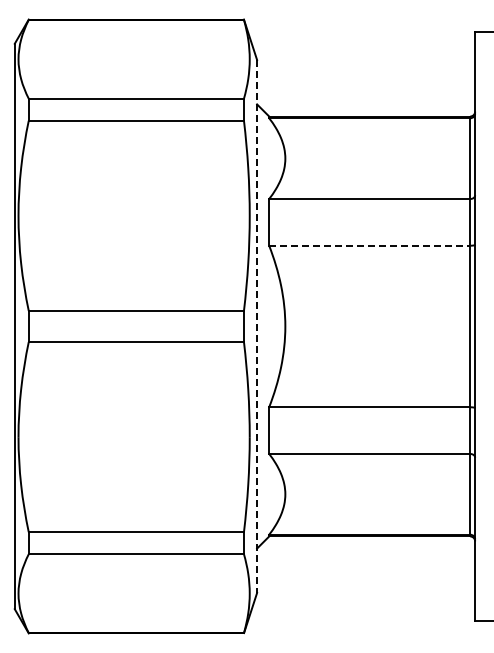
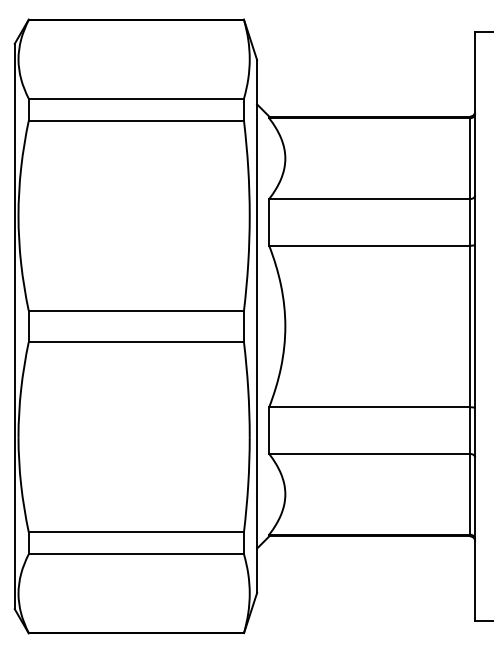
line at (369, 245): dashed -> solid
line at (257, 326): dashed -> solid
